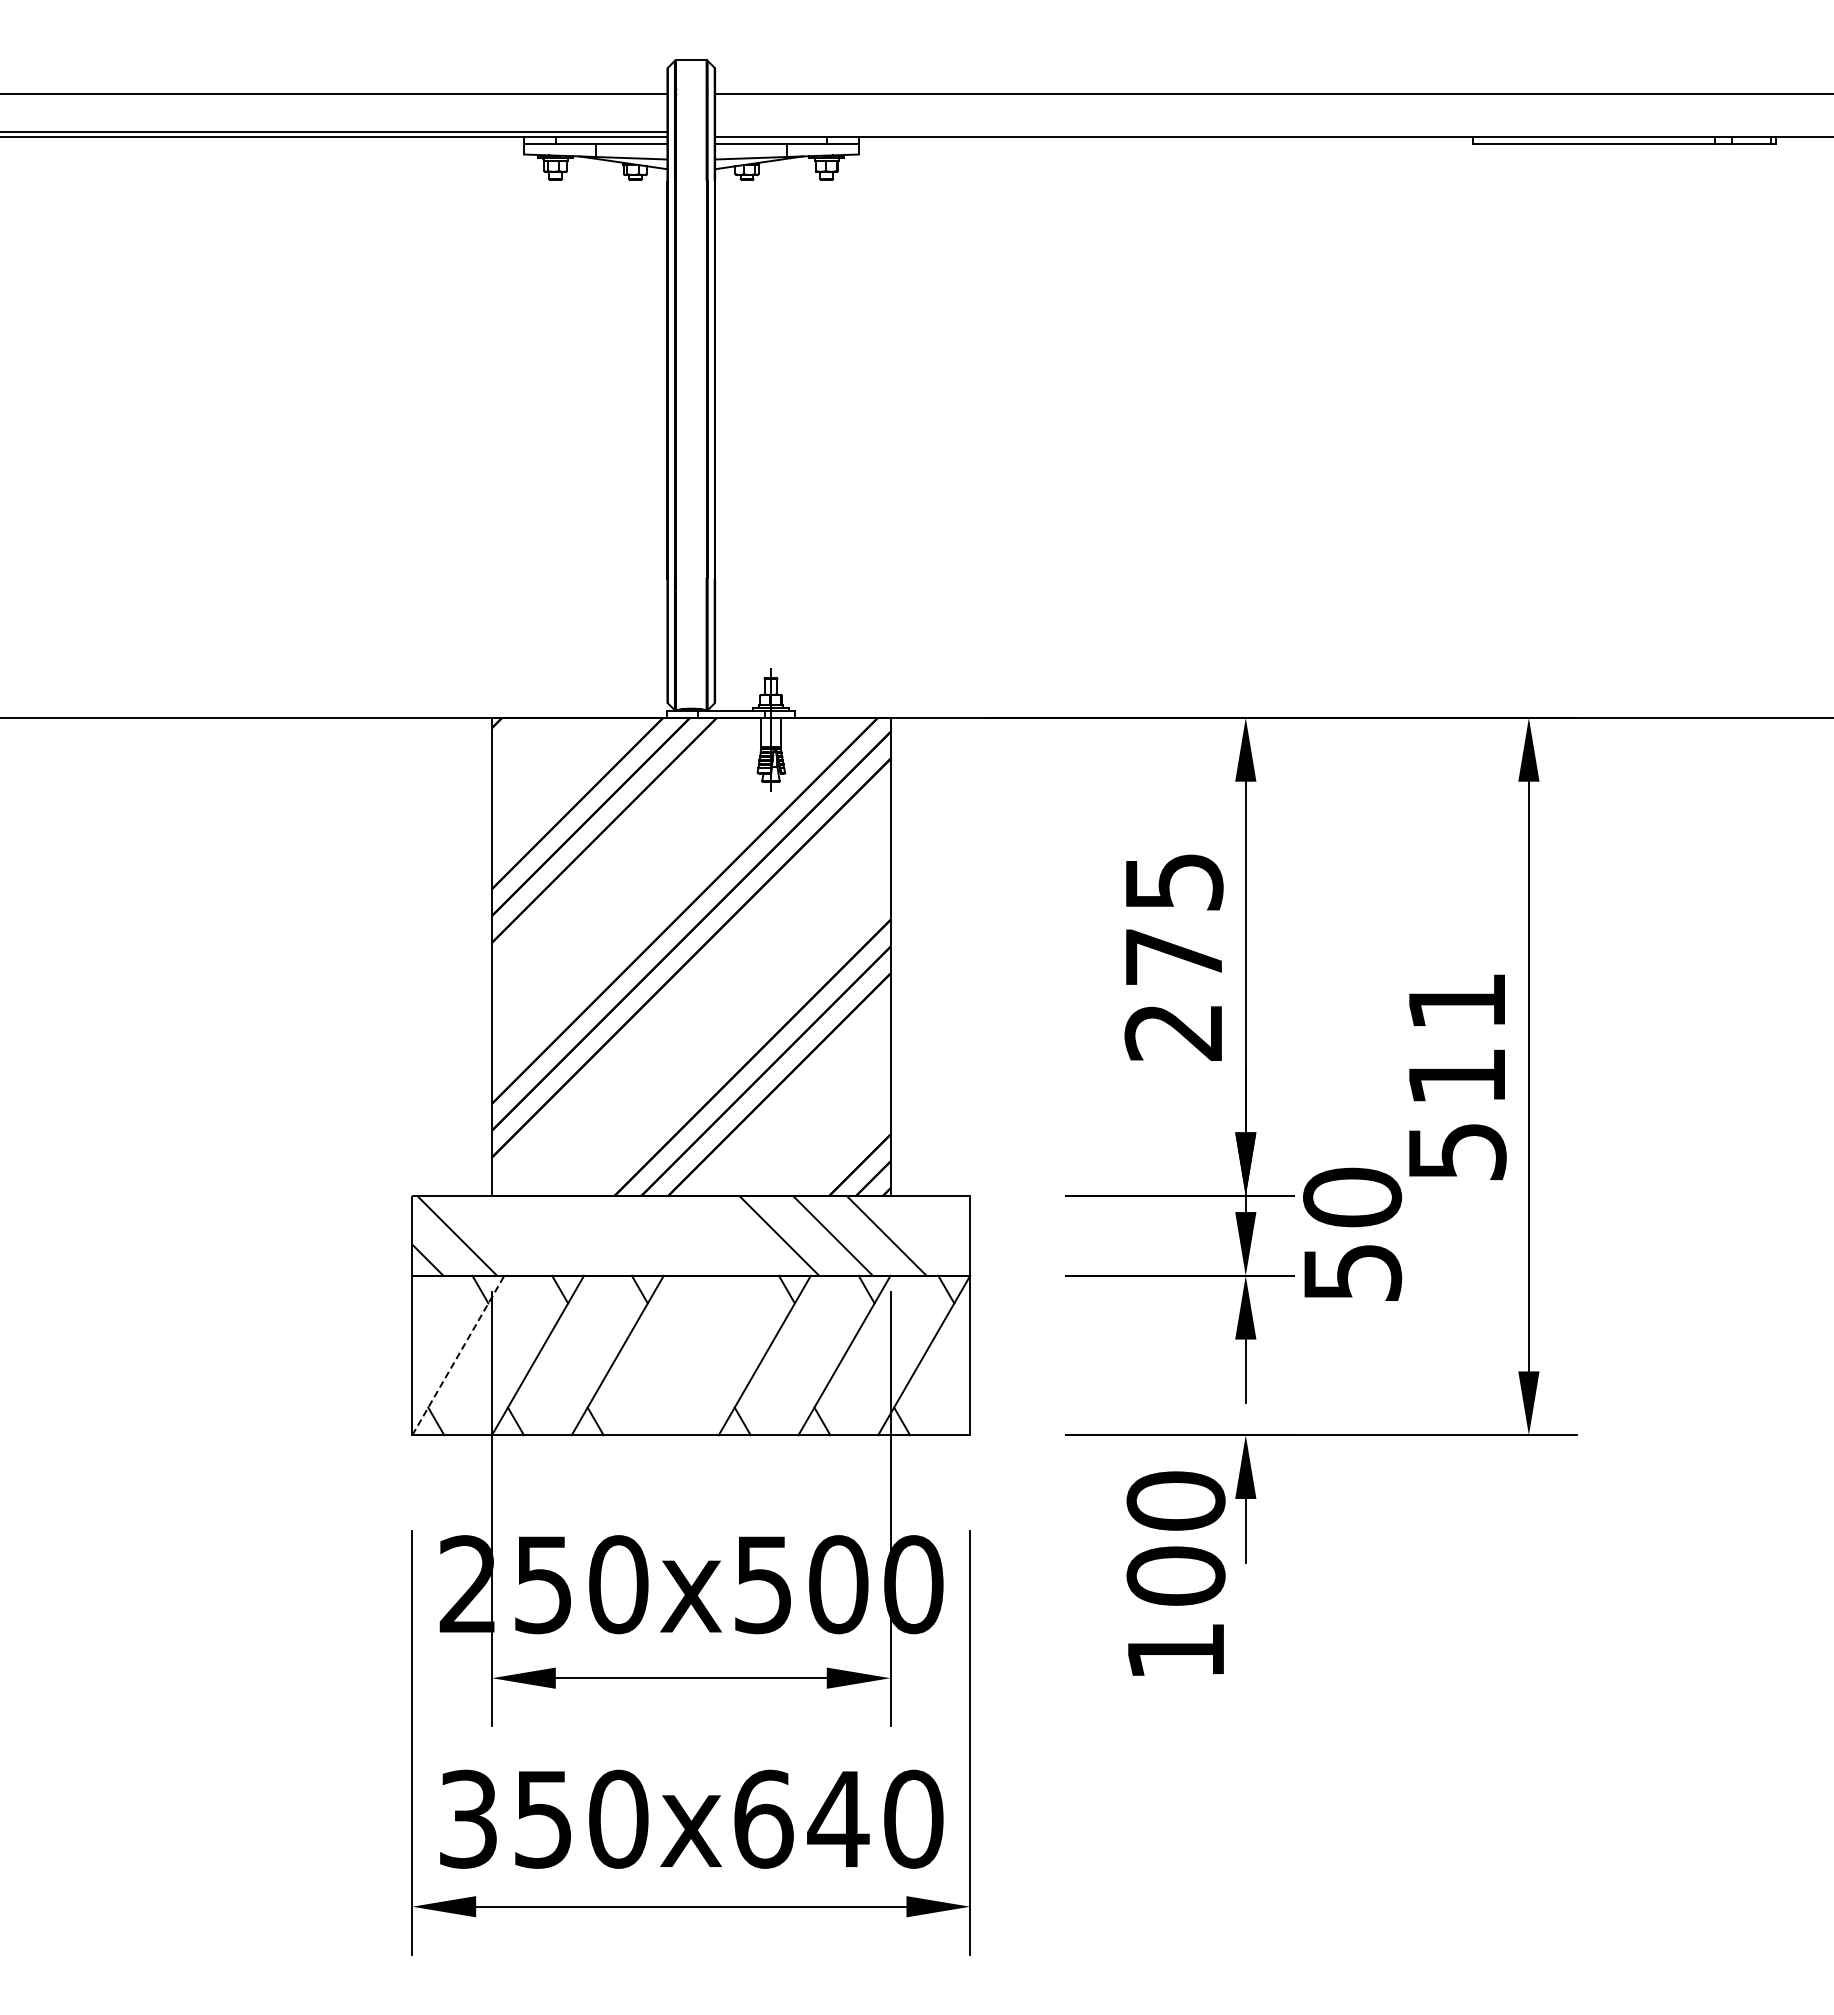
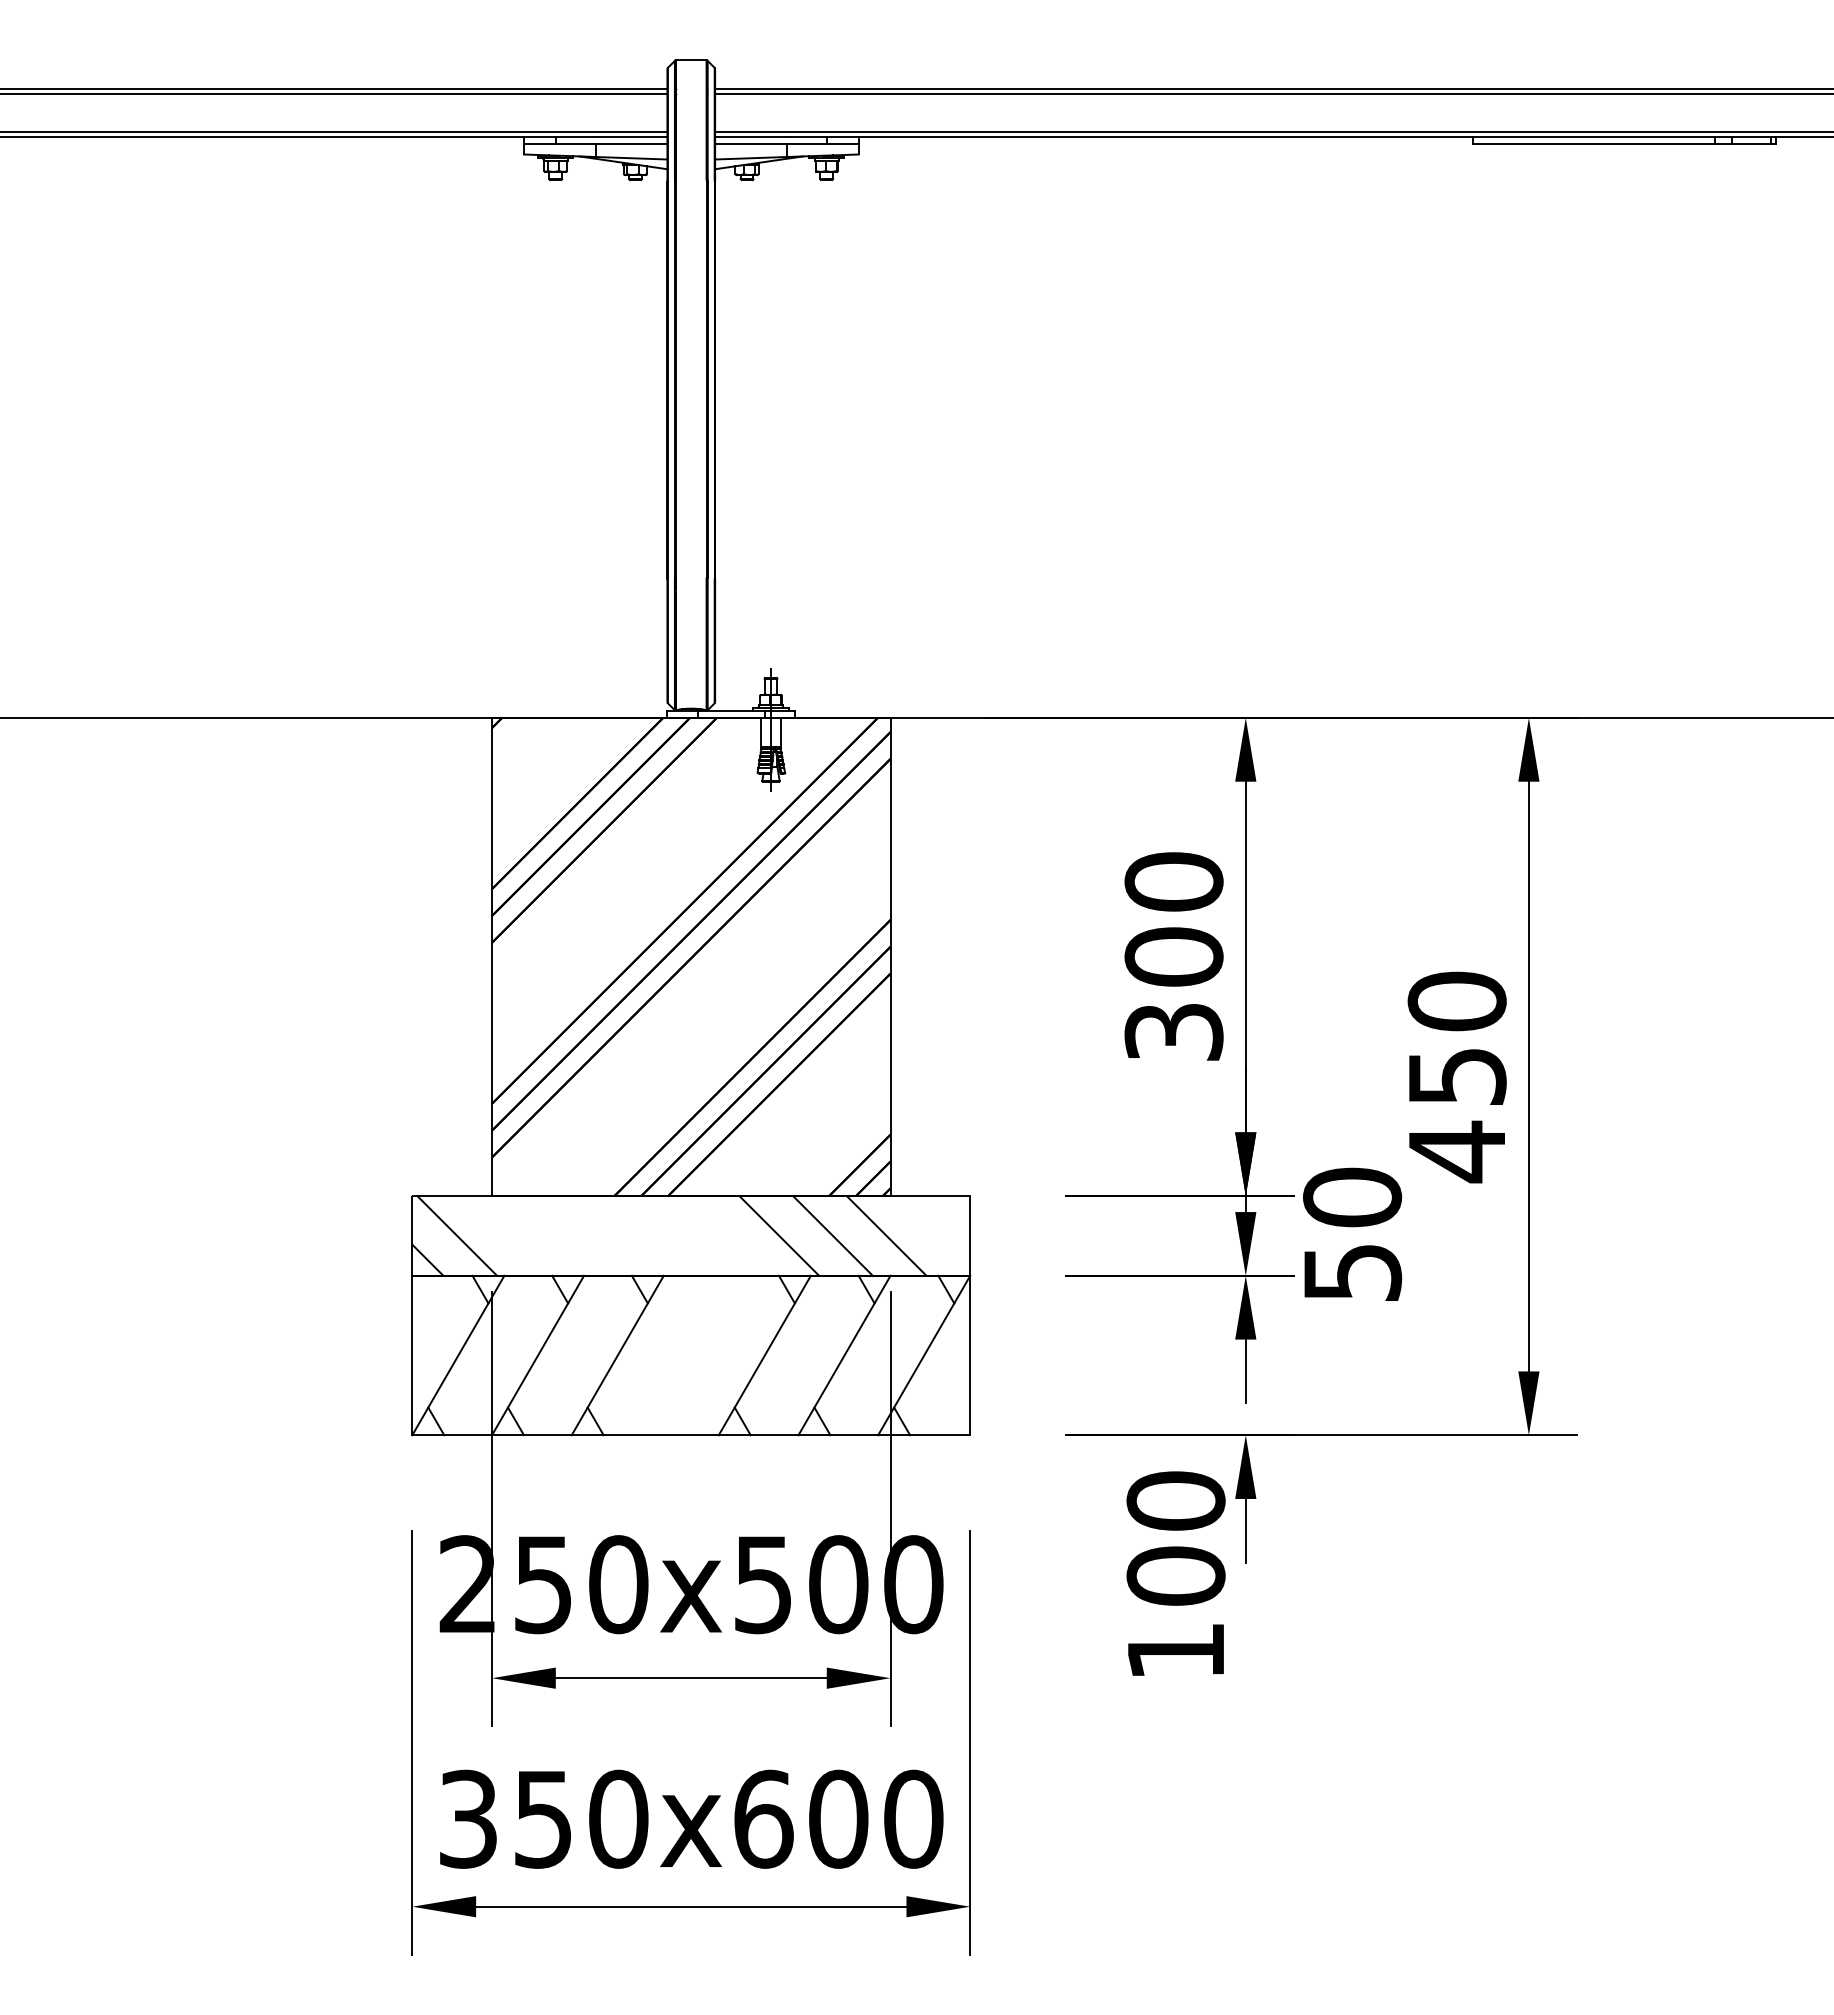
line at (334, 89): none -> present
line at (1272, 89): none -> present
line at (1272, 132): none -> present
text at (1173, 956): 275 -> 300
text at (1456, 1077): 511 -> 450
line at (458, 1355): dashed -> solid
text at (838, 1818): 350x640 -> 350x600
